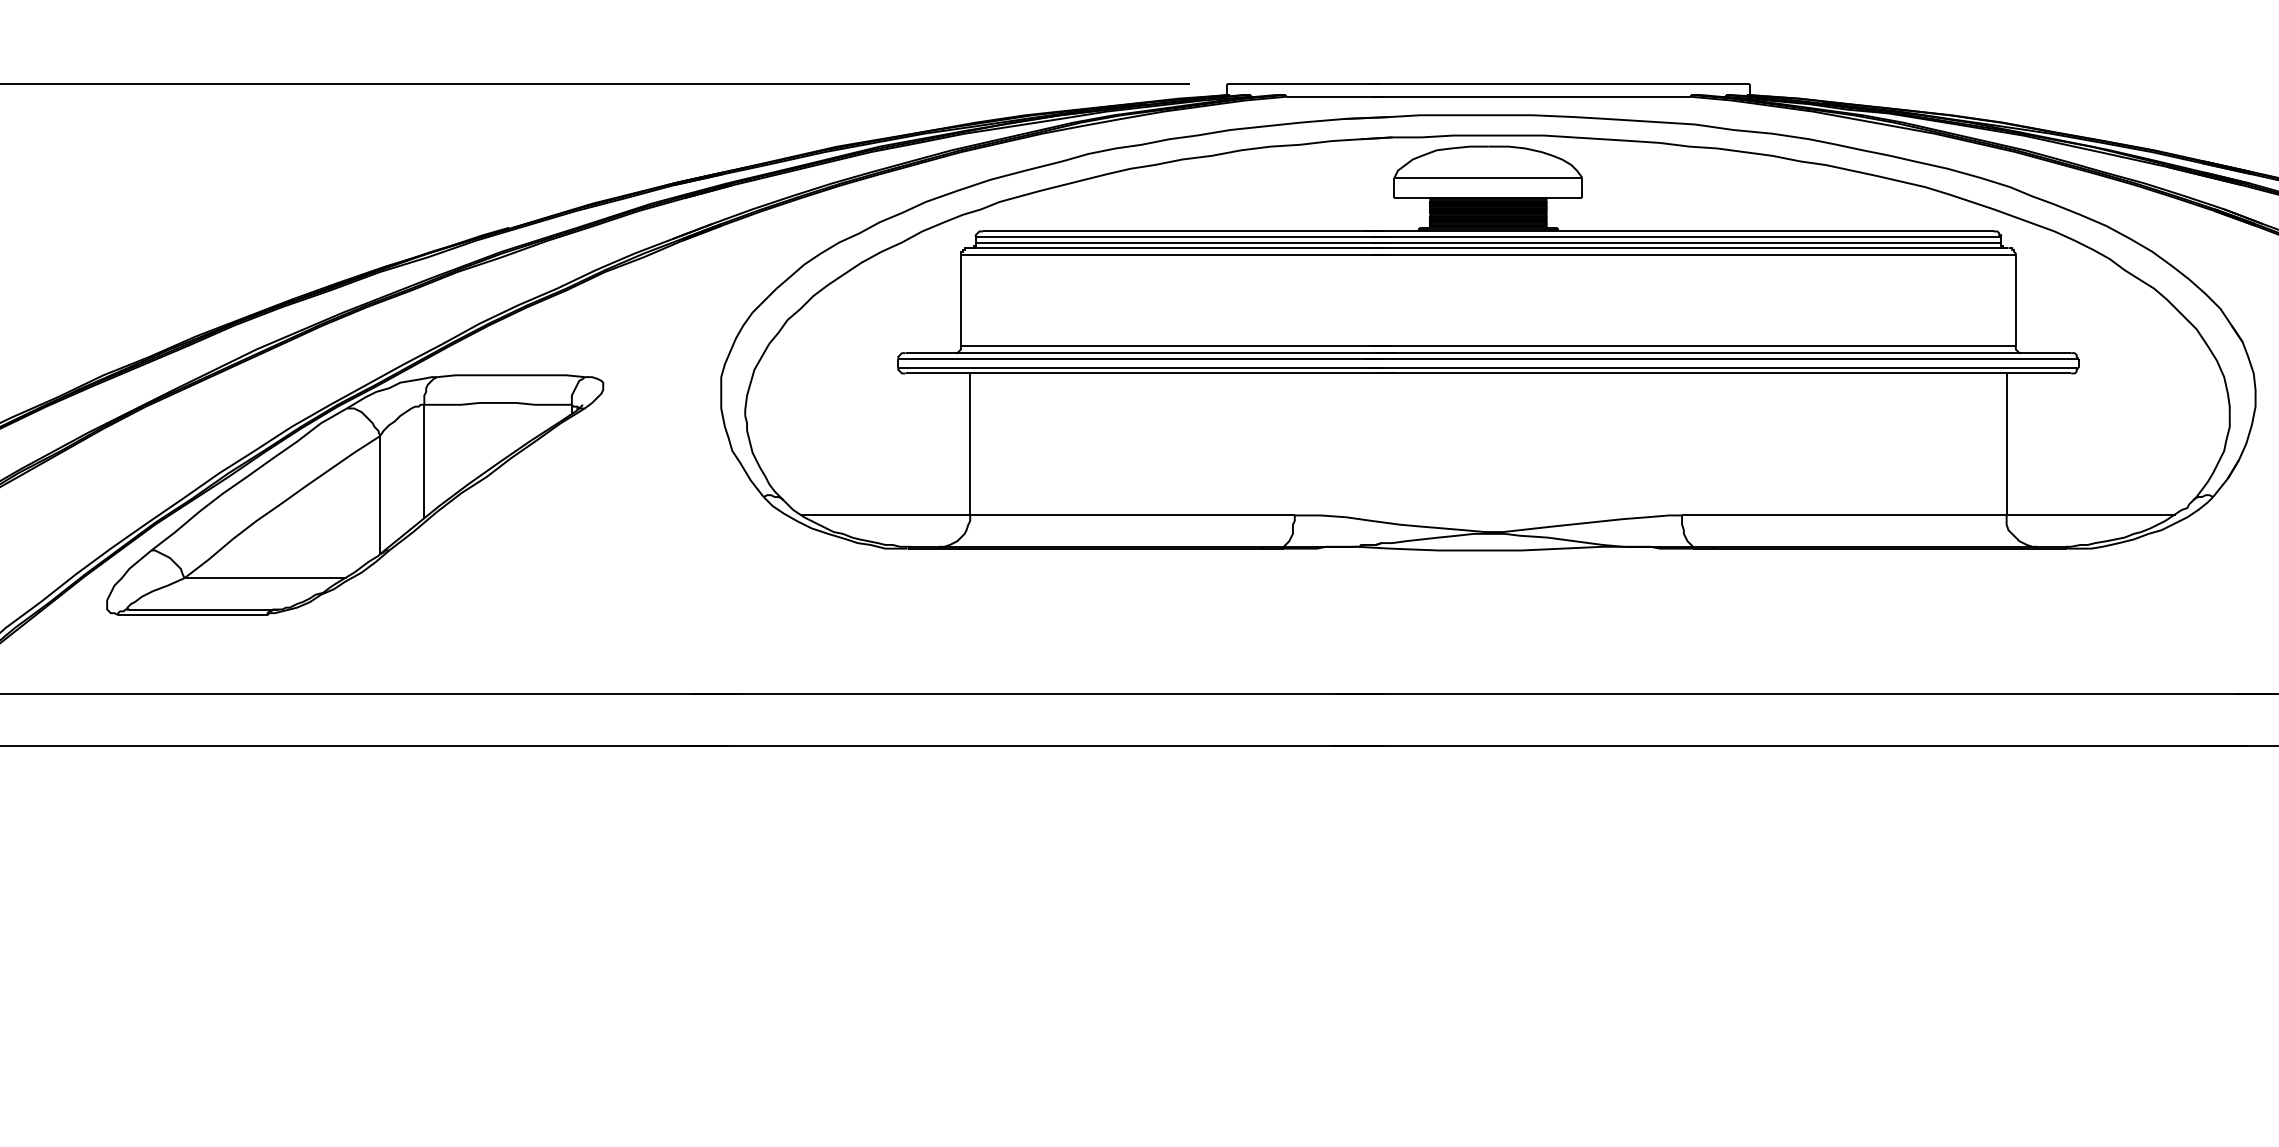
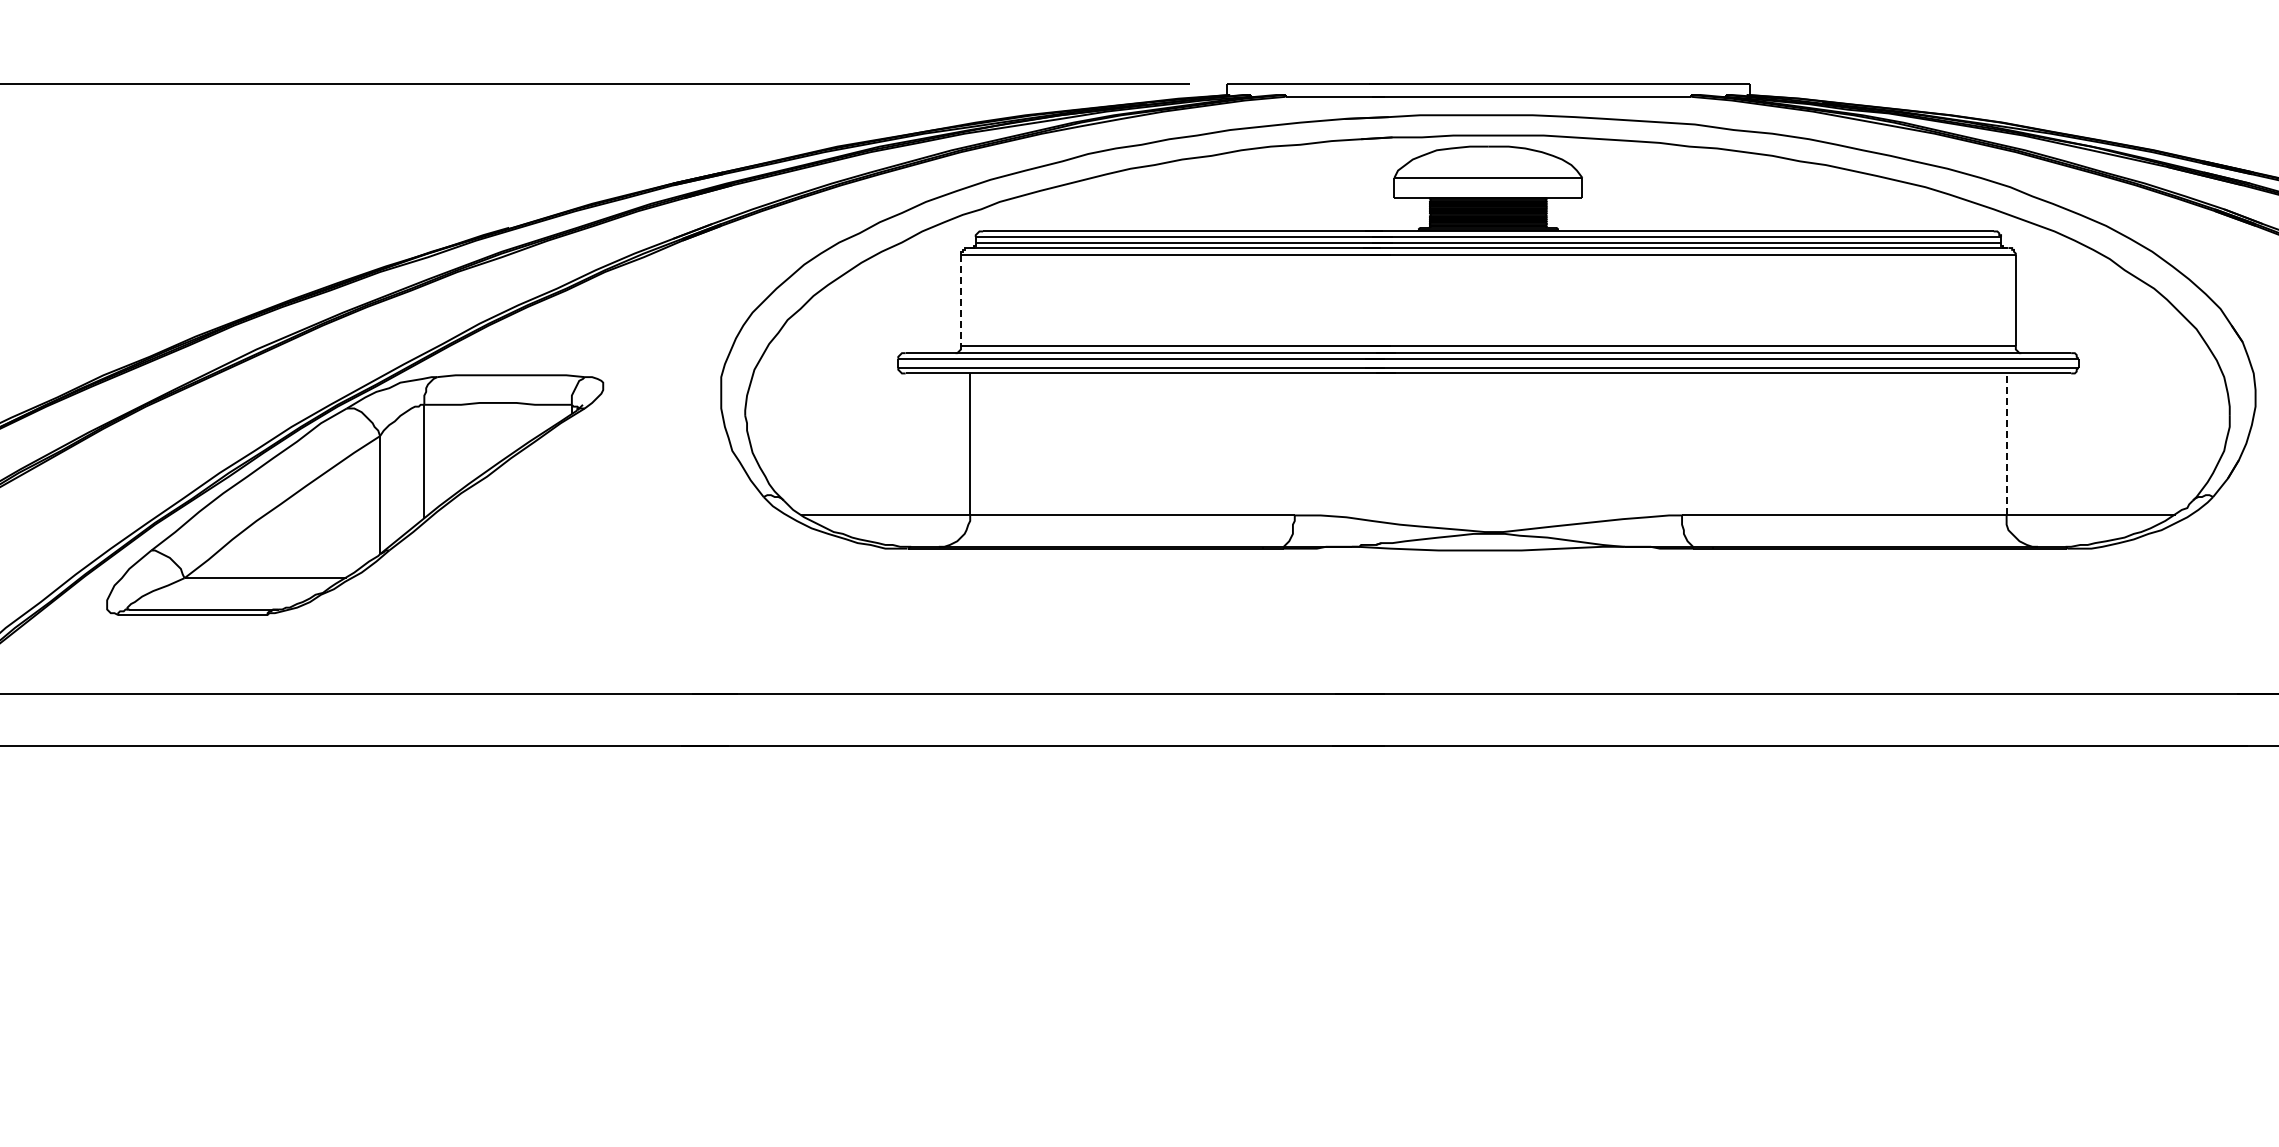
line at (960, 301): solid -> dashed
line at (2006, 444): solid -> dashed
